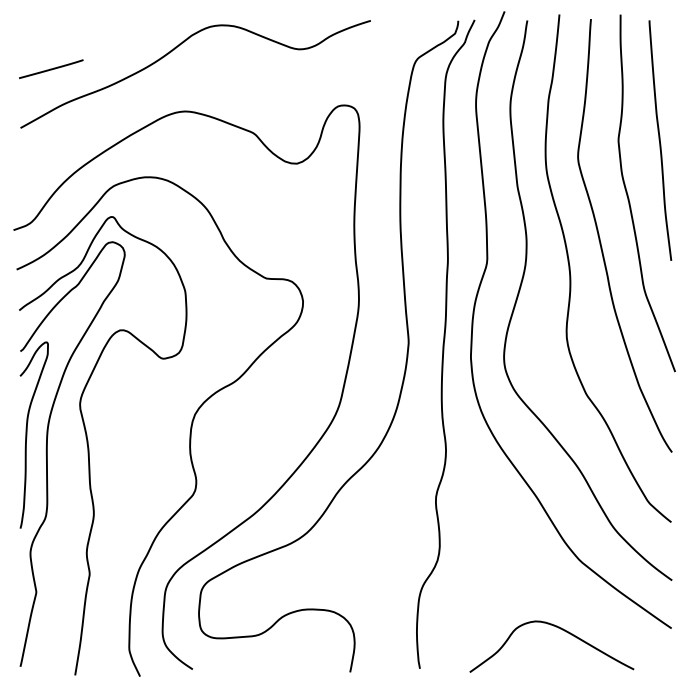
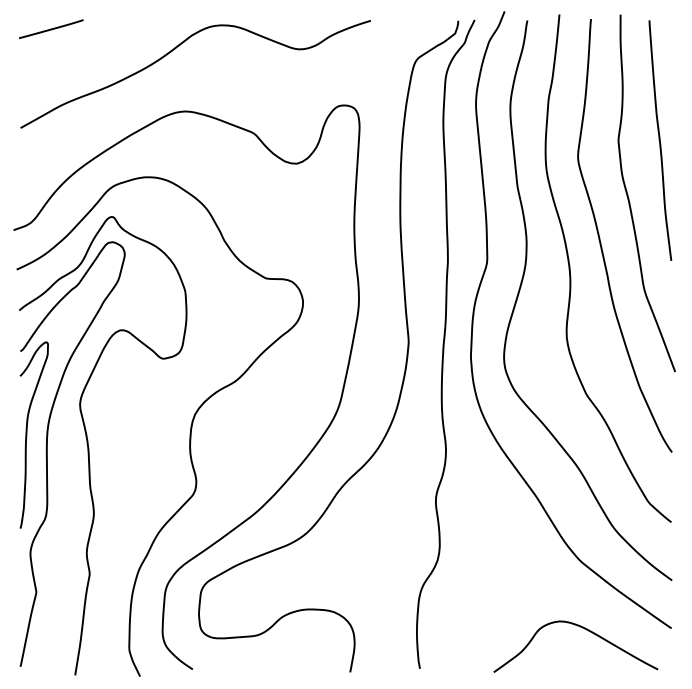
line at (51, 68) position: (51, 68) -> (51, 28)
curve at (560, 629) position: (560, 629) -> (584, 629)
